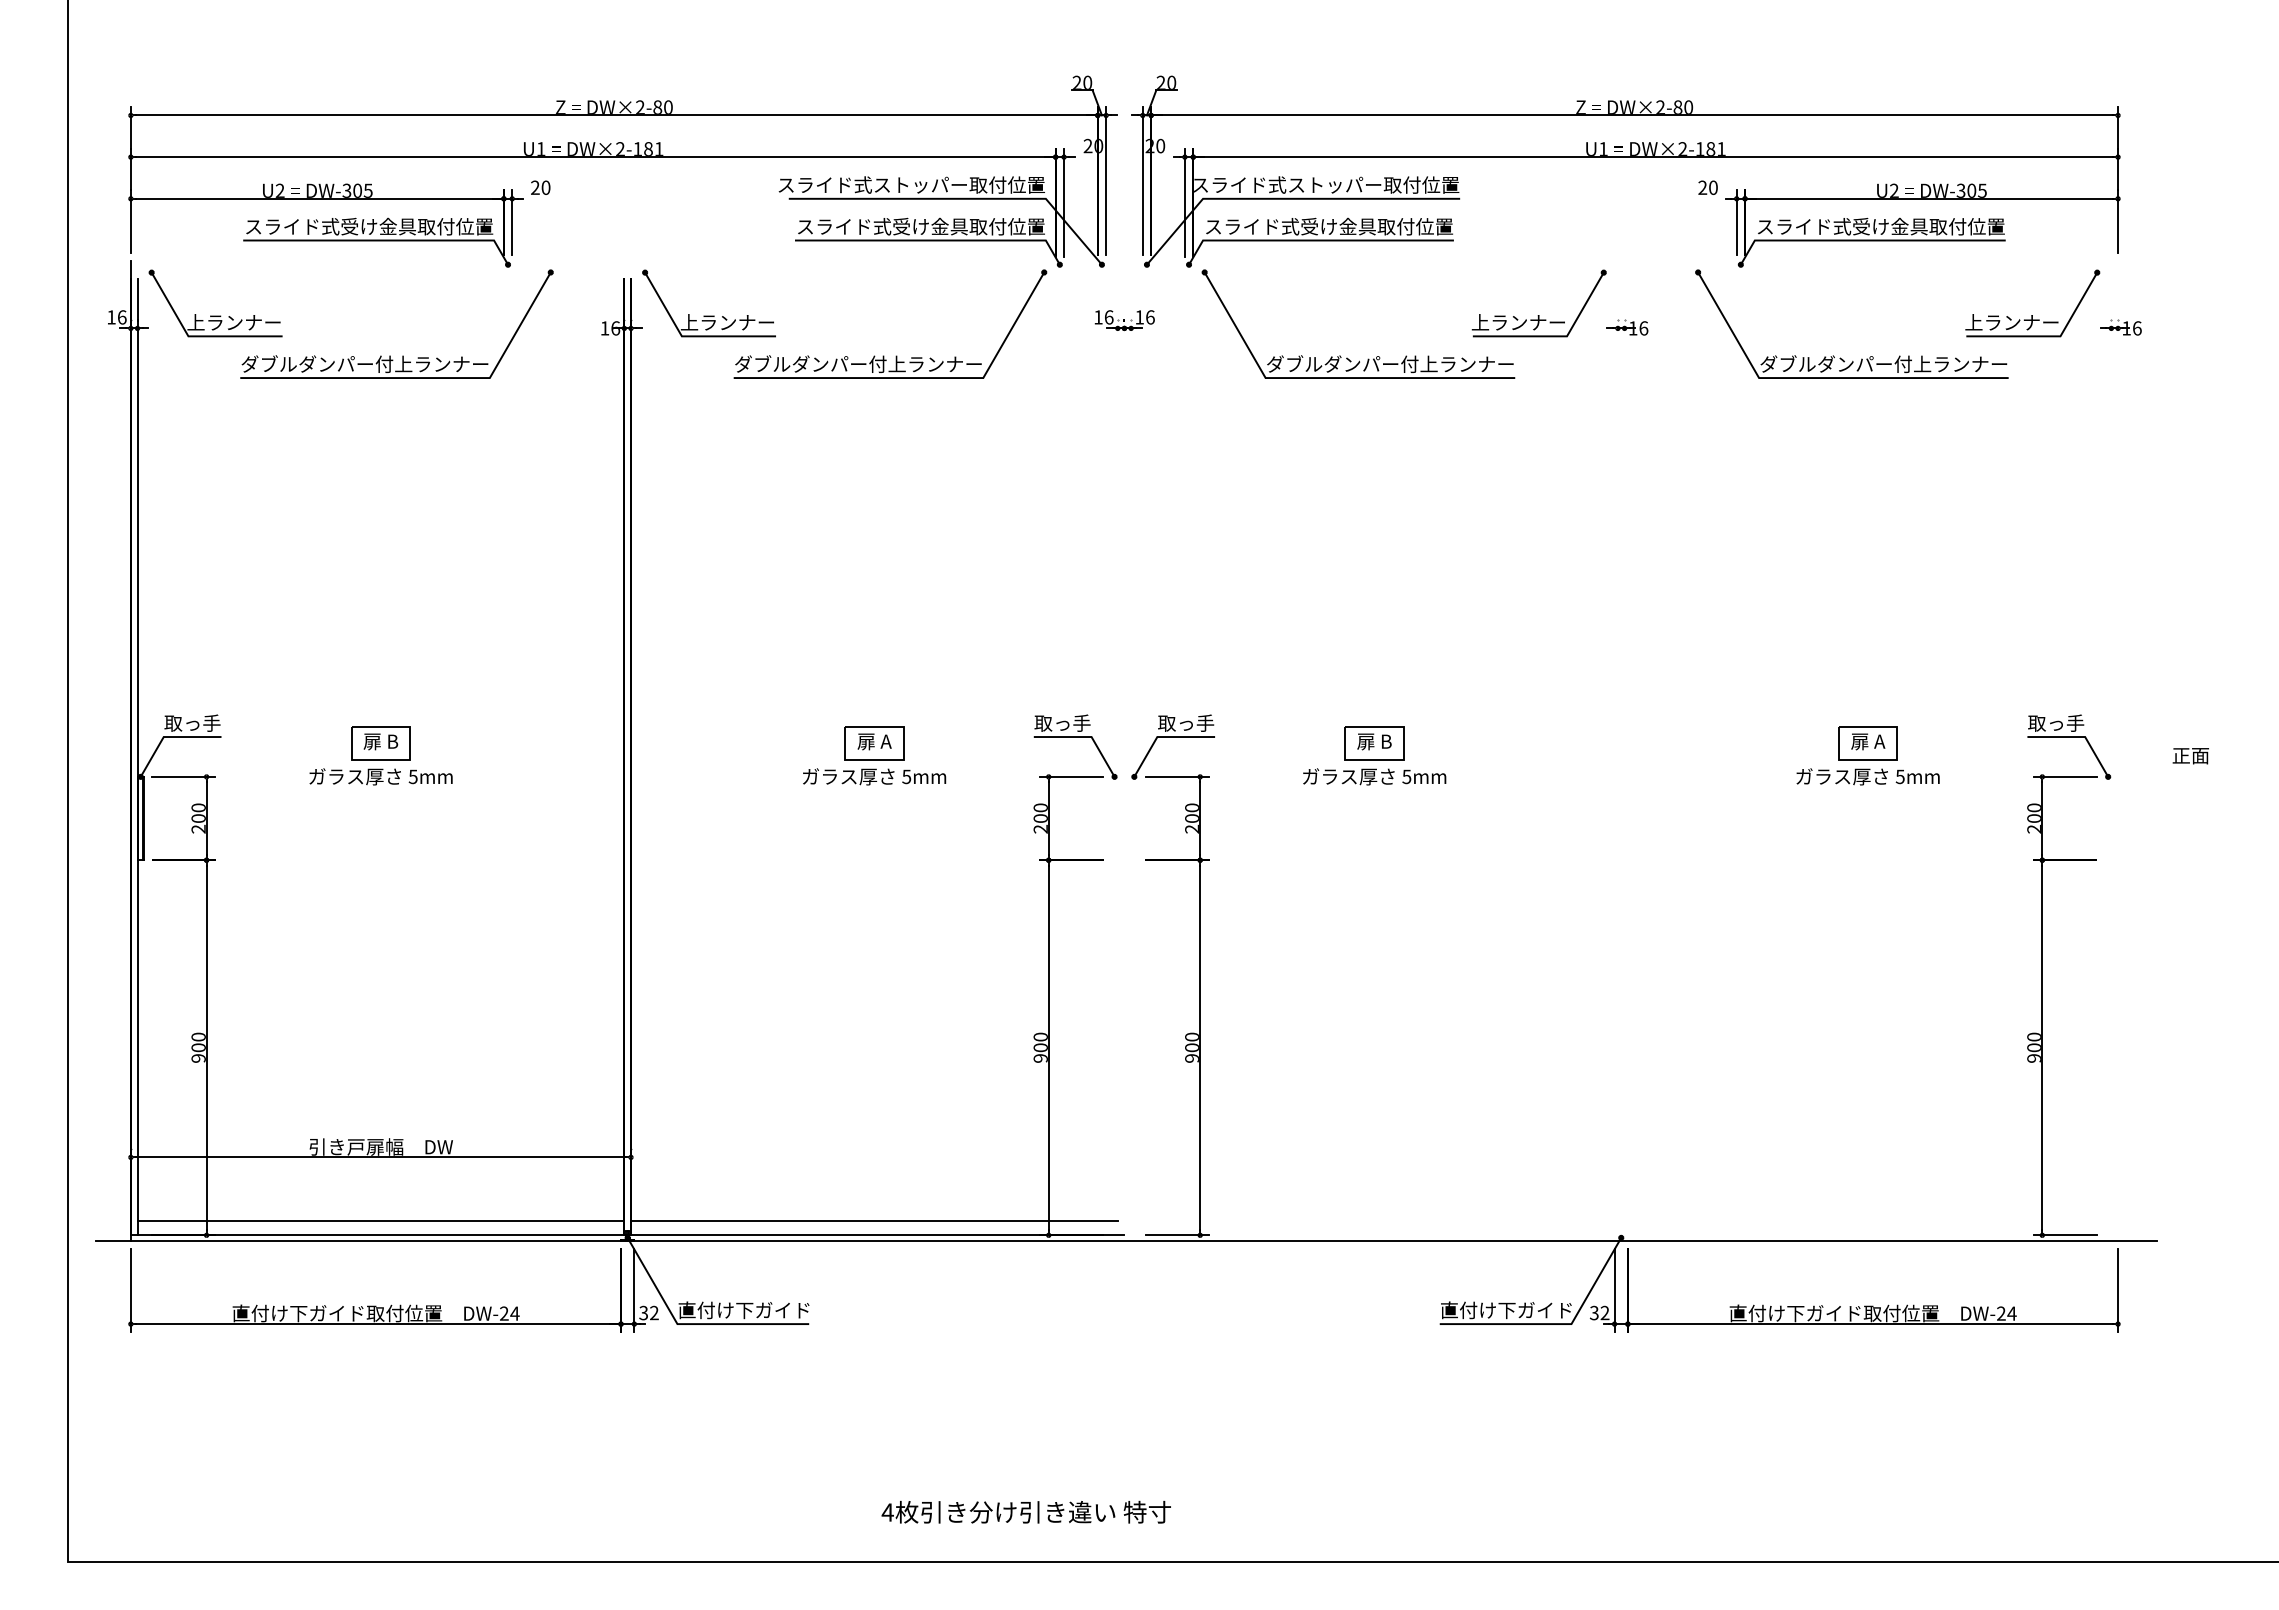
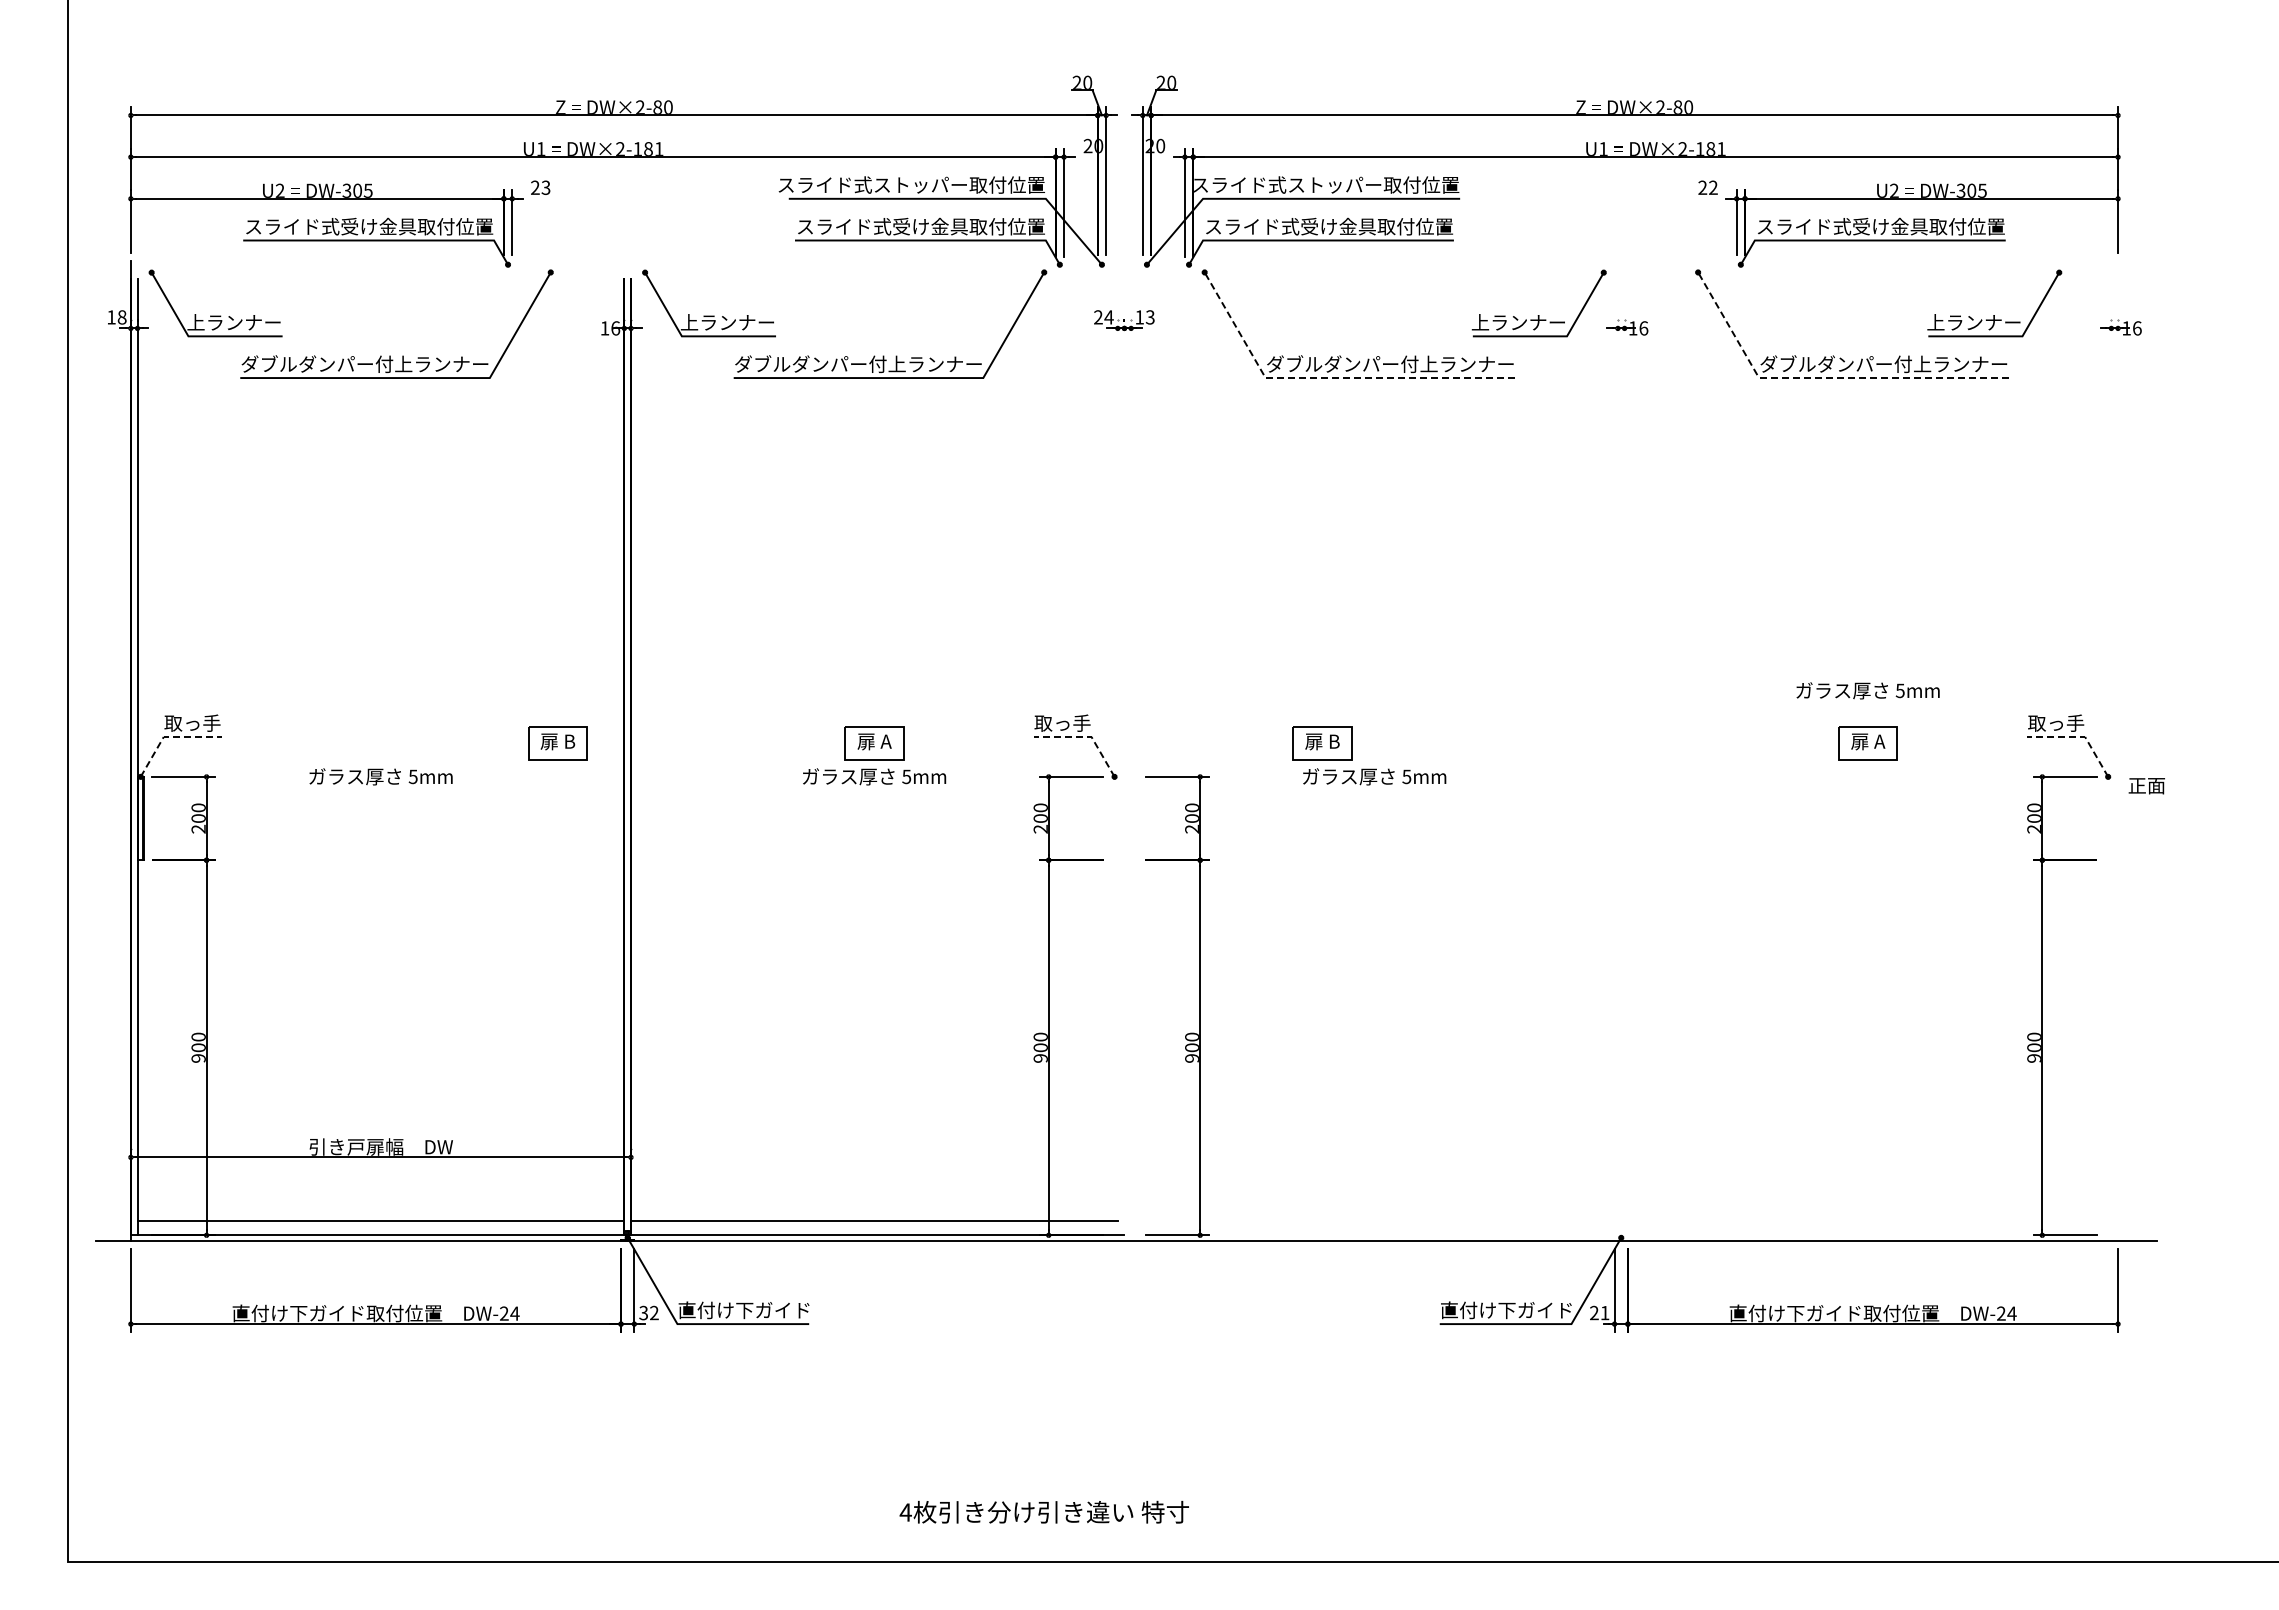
text at (545, 187): 20 -> 23
text at (1713, 187): 20 -> 22
part at (2032, 315) position: (2032, 315) -> (1994, 315)
text at (121, 317): 16 -> 18
text at (1103, 317): 16 -> 24
text at (1149, 317): 16 -> 13
line at (1328, 378): solid -> dashed
line at (1821, 378): solid -> dashed
line at (168, 737): solid -> dashed
line at (1086, 737): solid -> dashed
part at (1172, 737): present -> none
line at (2080, 737): solid -> dashed
part at (380, 743) position: (380, 743) -> (557, 743)
part at (1374, 743) position: (1374, 743) -> (1322, 743)
text at (2190, 756) position: (2190, 756) -> (2146, 786)
text at (1867, 776) position: (1867, 776) -> (1867, 690)
text at (1599, 1312): 32 -> 21
text at (1025, 1511) position: (1025, 1511) -> (1043, 1511)
